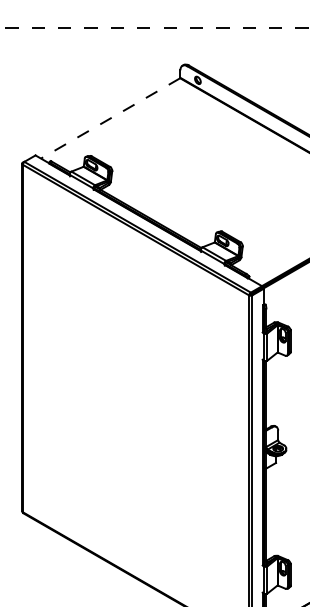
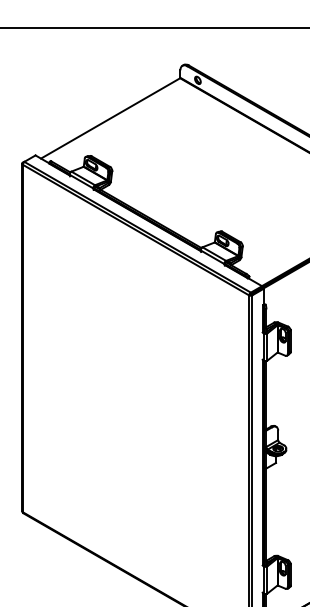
line at (155, 27): dashed -> solid
line at (110, 118): dashed -> solid
